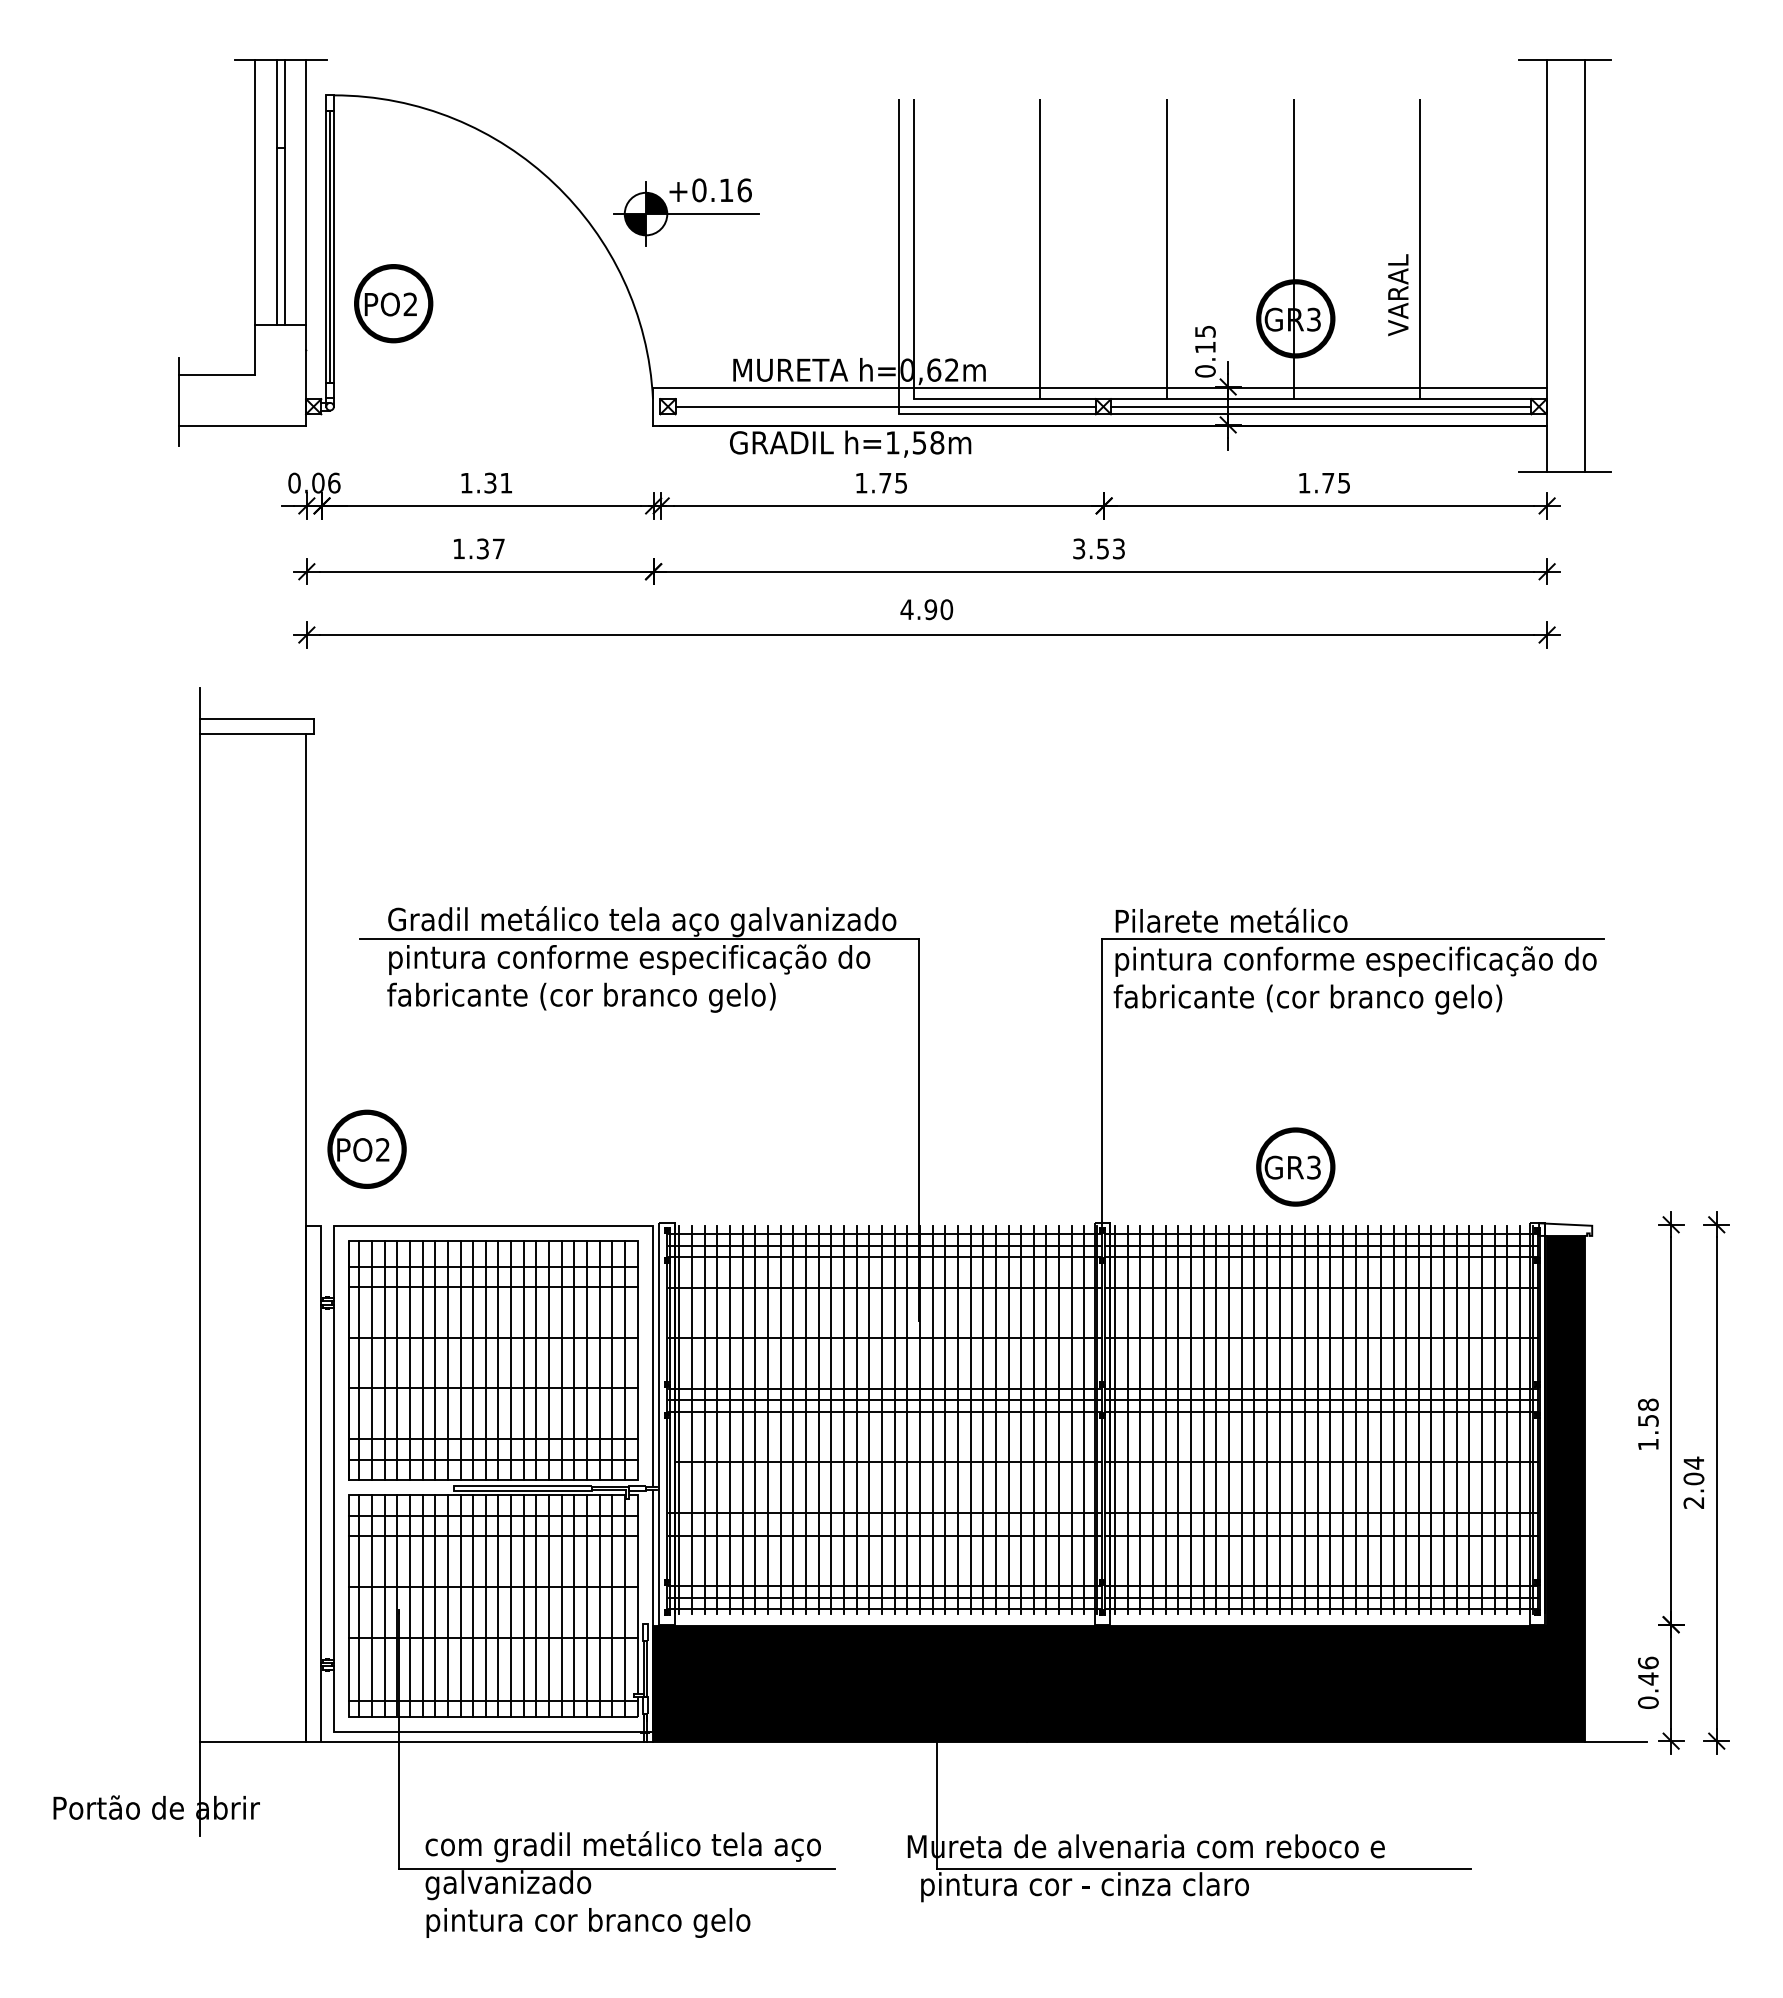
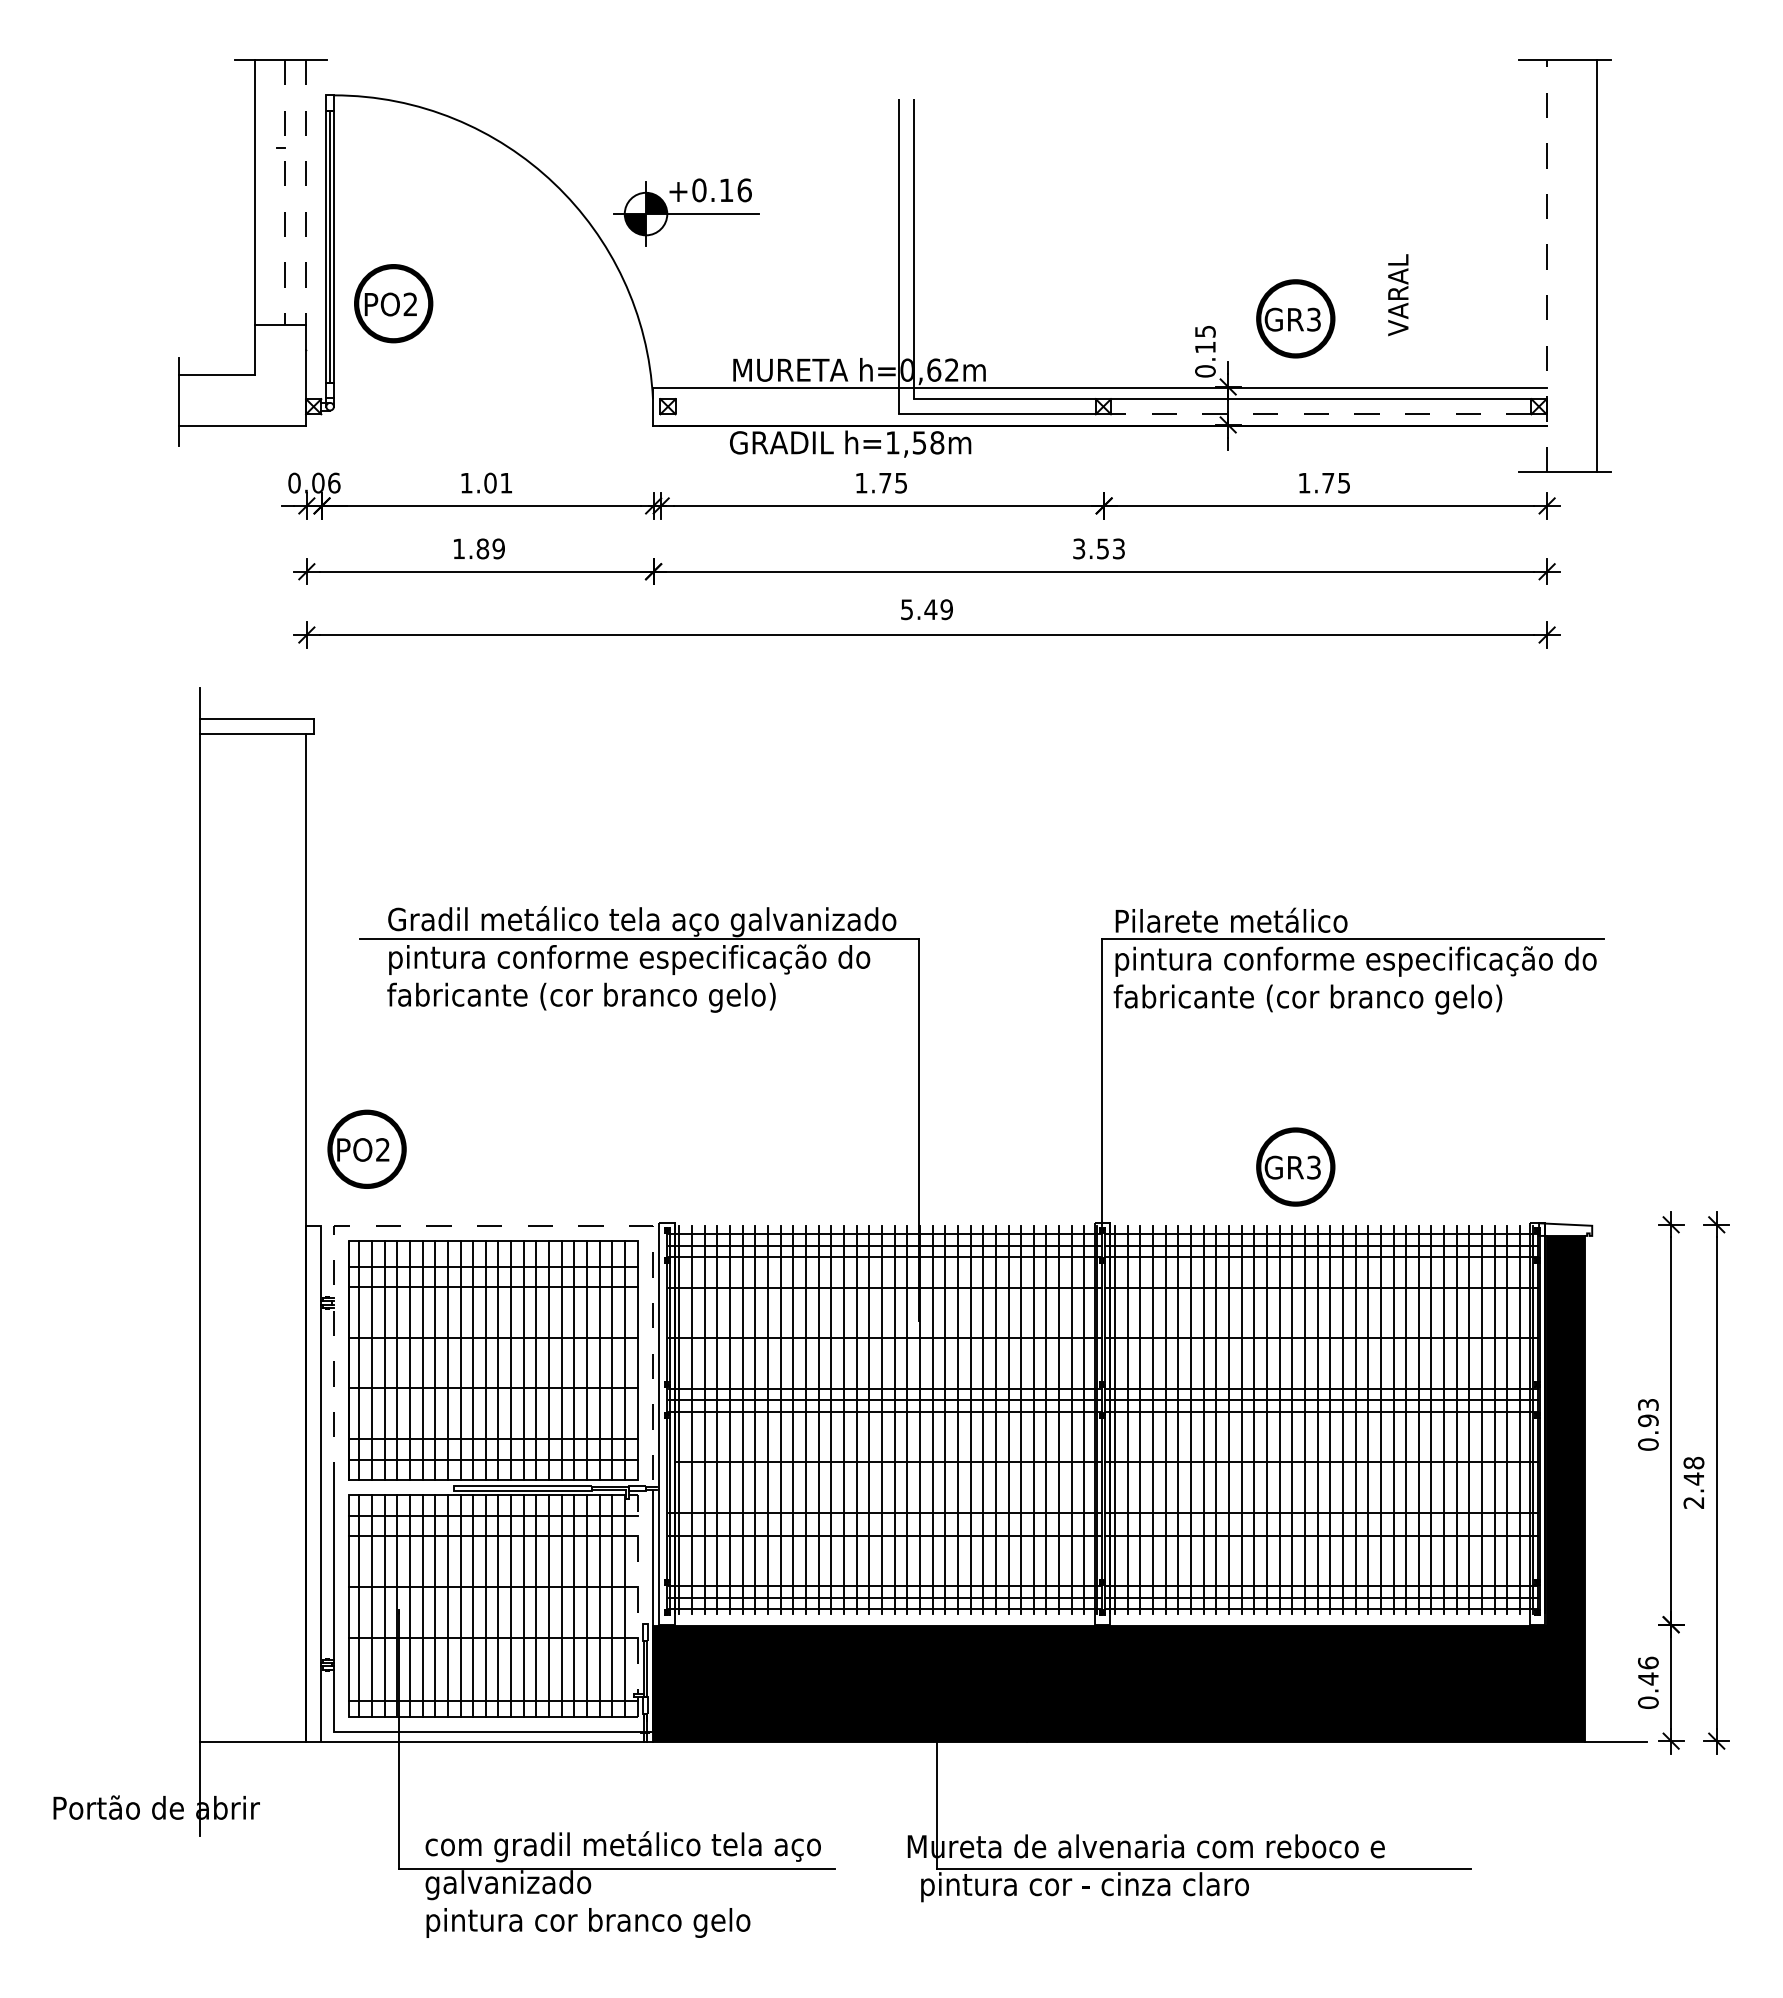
line at (277, 191): present -> none
line at (284, 192): solid -> dashed
line at (306, 192): solid -> dashed
line at (1040, 248): present -> none
line at (1166, 248): present -> none
line at (1293, 248): present -> none
line at (1420, 248): present -> none
line at (1546, 265): solid -> dashed
line at (1584, 265) position: (1584, 265) -> (1596, 265)
line at (885, 406): present -> none
line at (1321, 406): present -> none
line at (1320, 414): solid -> dashed
text at (490, 482): 1.31 -> 1.01
text at (490, 548): 1.37 -> 1.89
text at (926, 609): 4.90 -> 5.49
line at (493, 1225): solid -> dashed
text at (1648, 1424): 1.58 -> 0.93
text at (1693, 1470): 2.04 -> 2.48
line at (637, 1589): solid -> dashed
